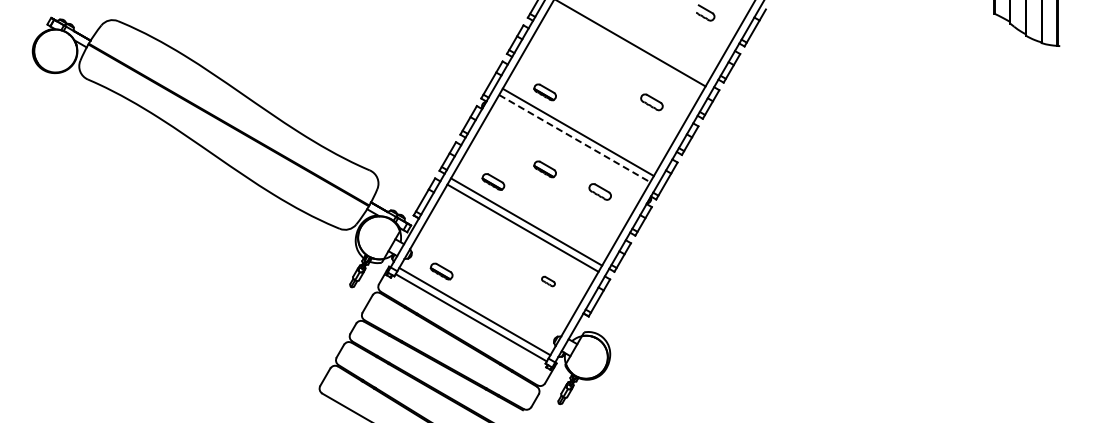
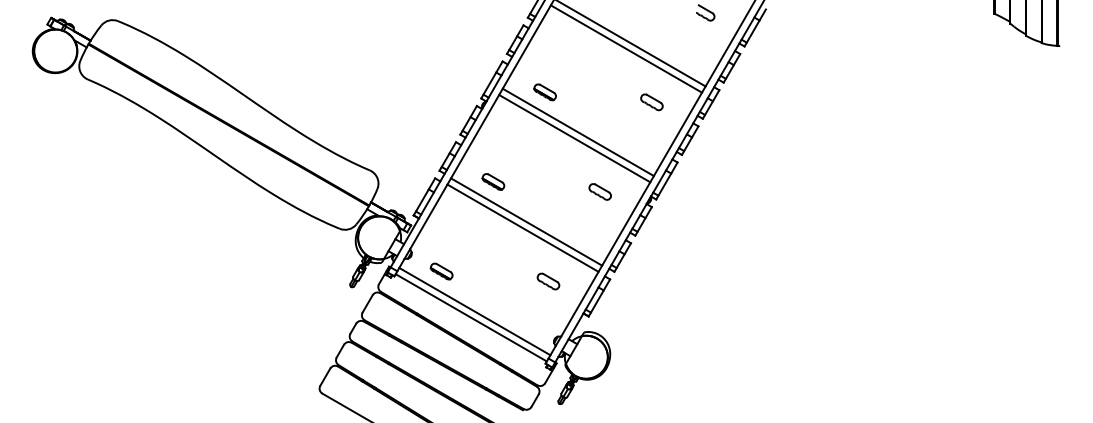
line at (626, 48): none -> present
line at (575, 138): dashed -> solid
part at (544, 169): present -> none
part at (548, 281) size: 15x13 px -> 25x19 px
